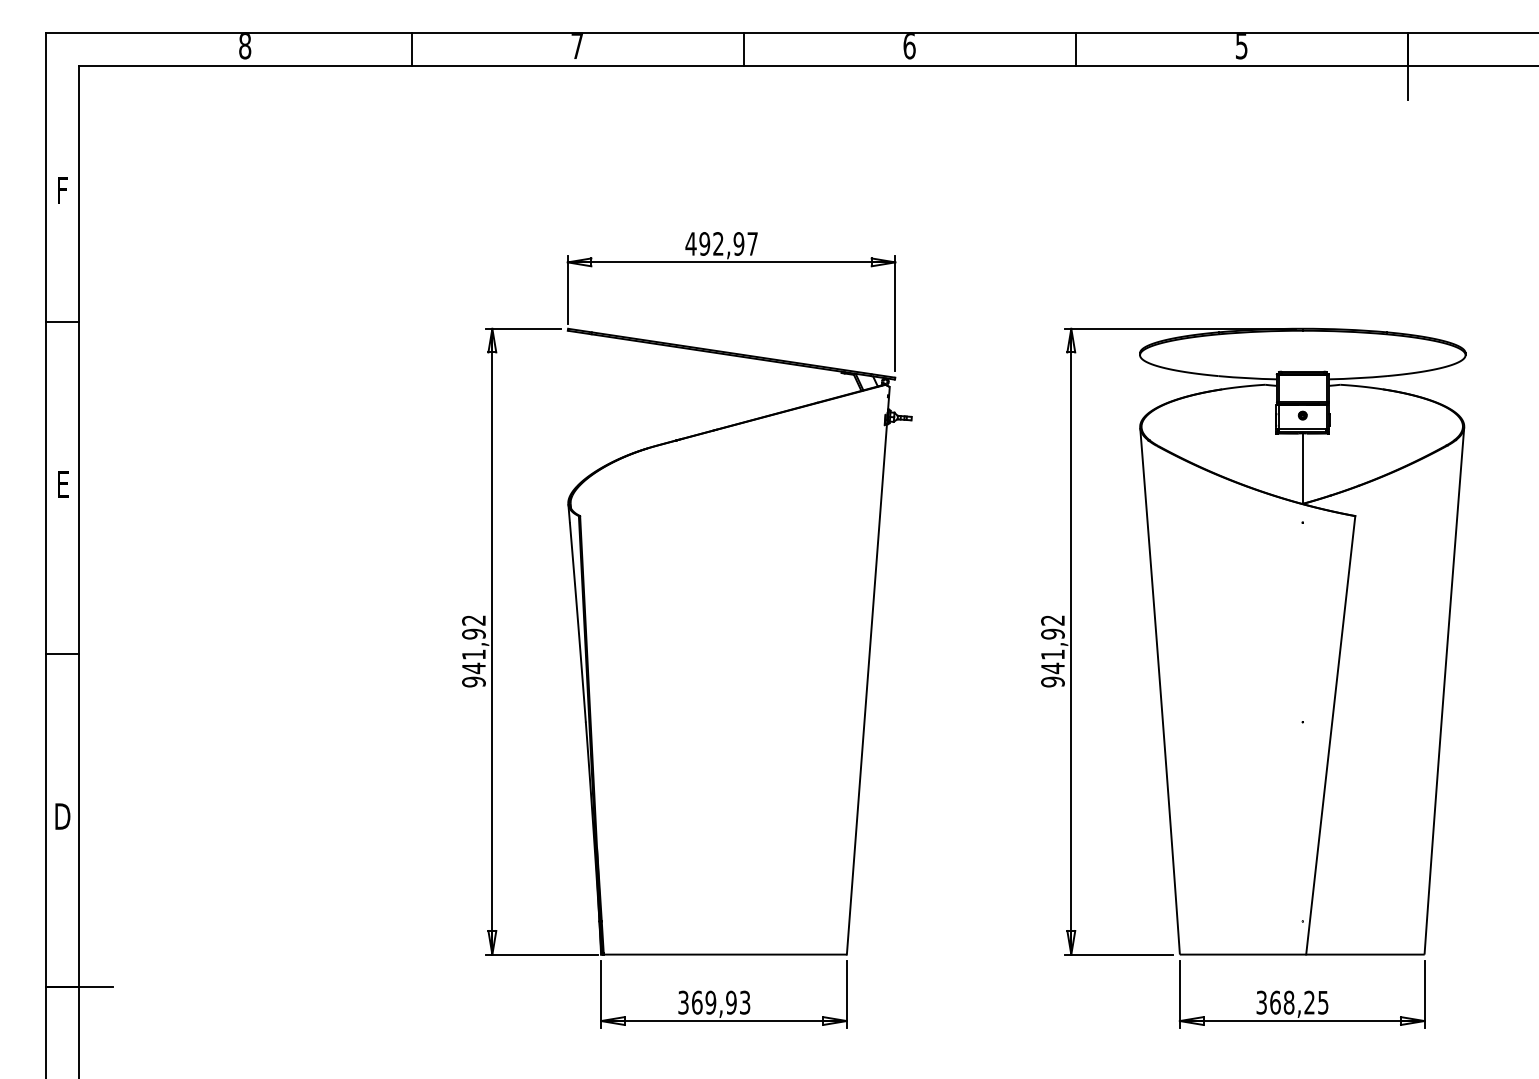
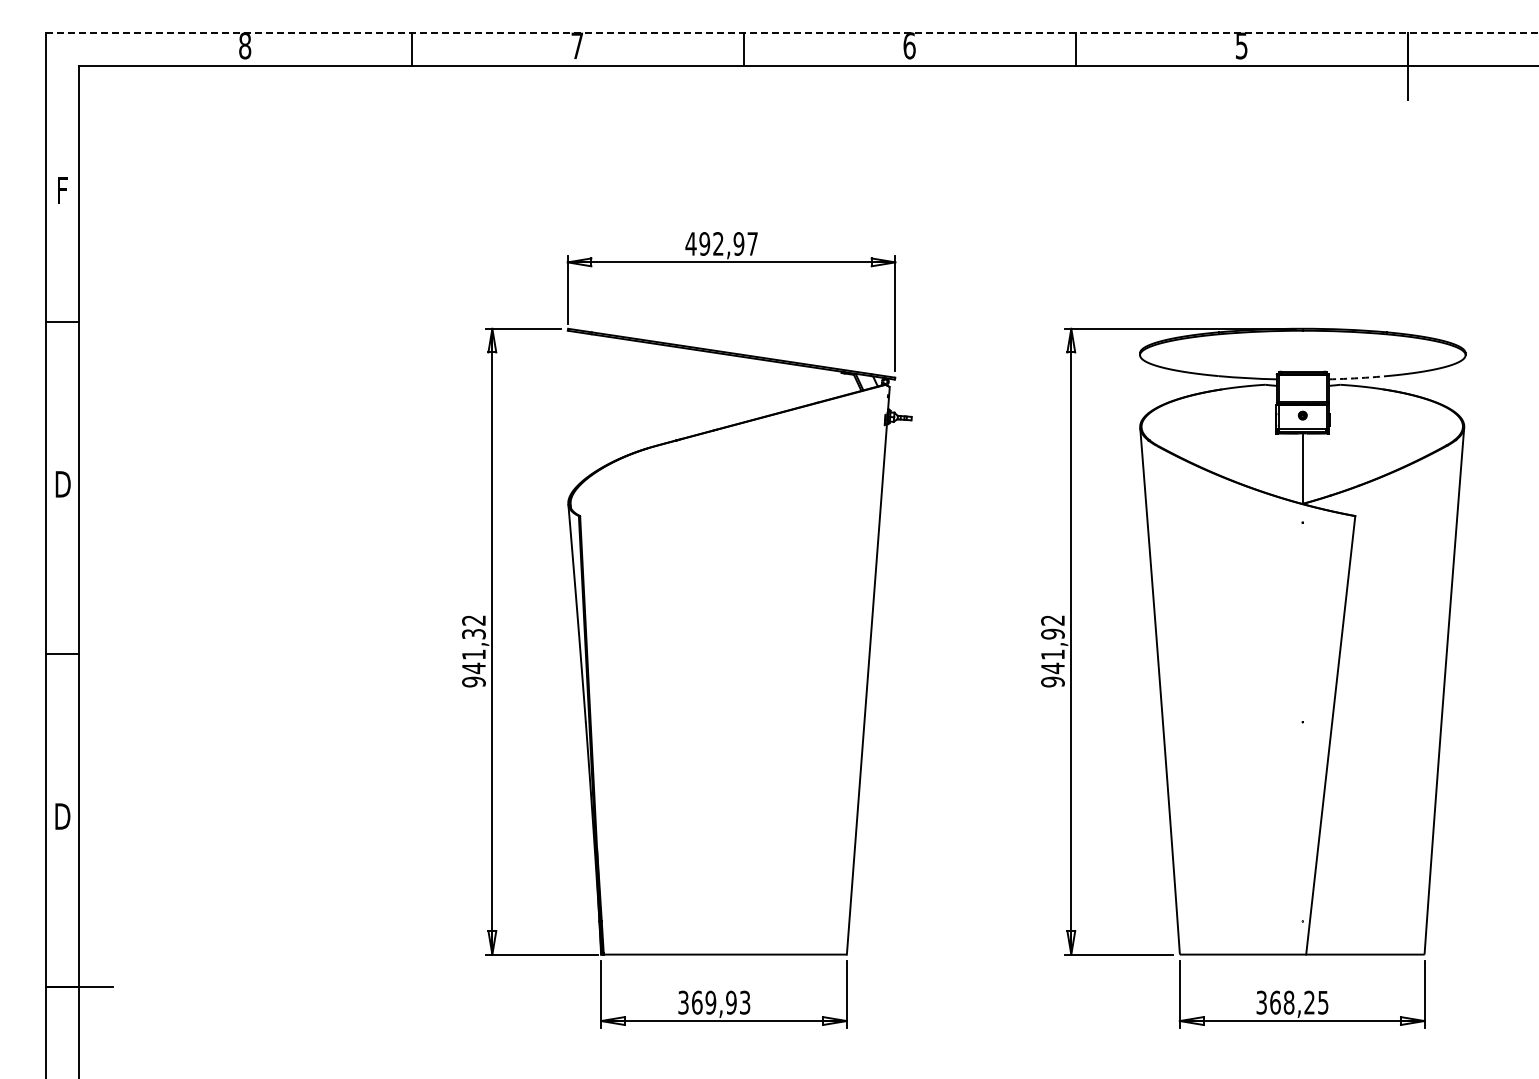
line at (792, 33): solid -> dashed
arc at (1358, 378): solid -> dashed
text at (62, 484): E -> D
text at (473, 633): 941,92 -> 941,32
